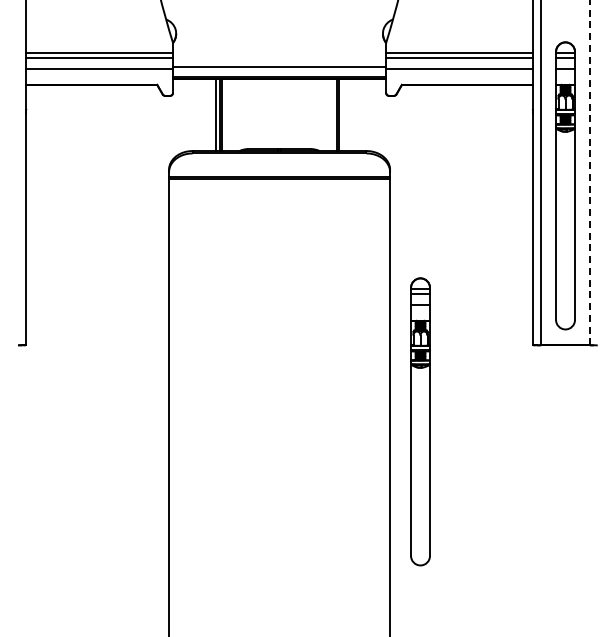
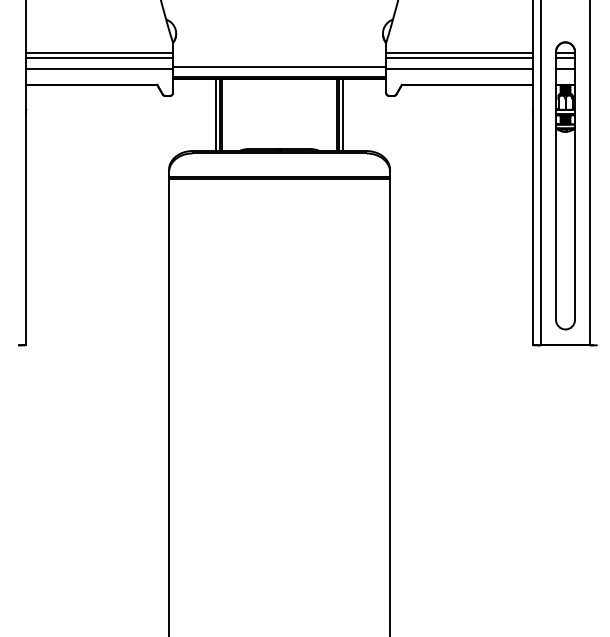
line at (342, 114): none -> present
line at (589, 172): dashed -> solid
part at (420, 421): present -> none
